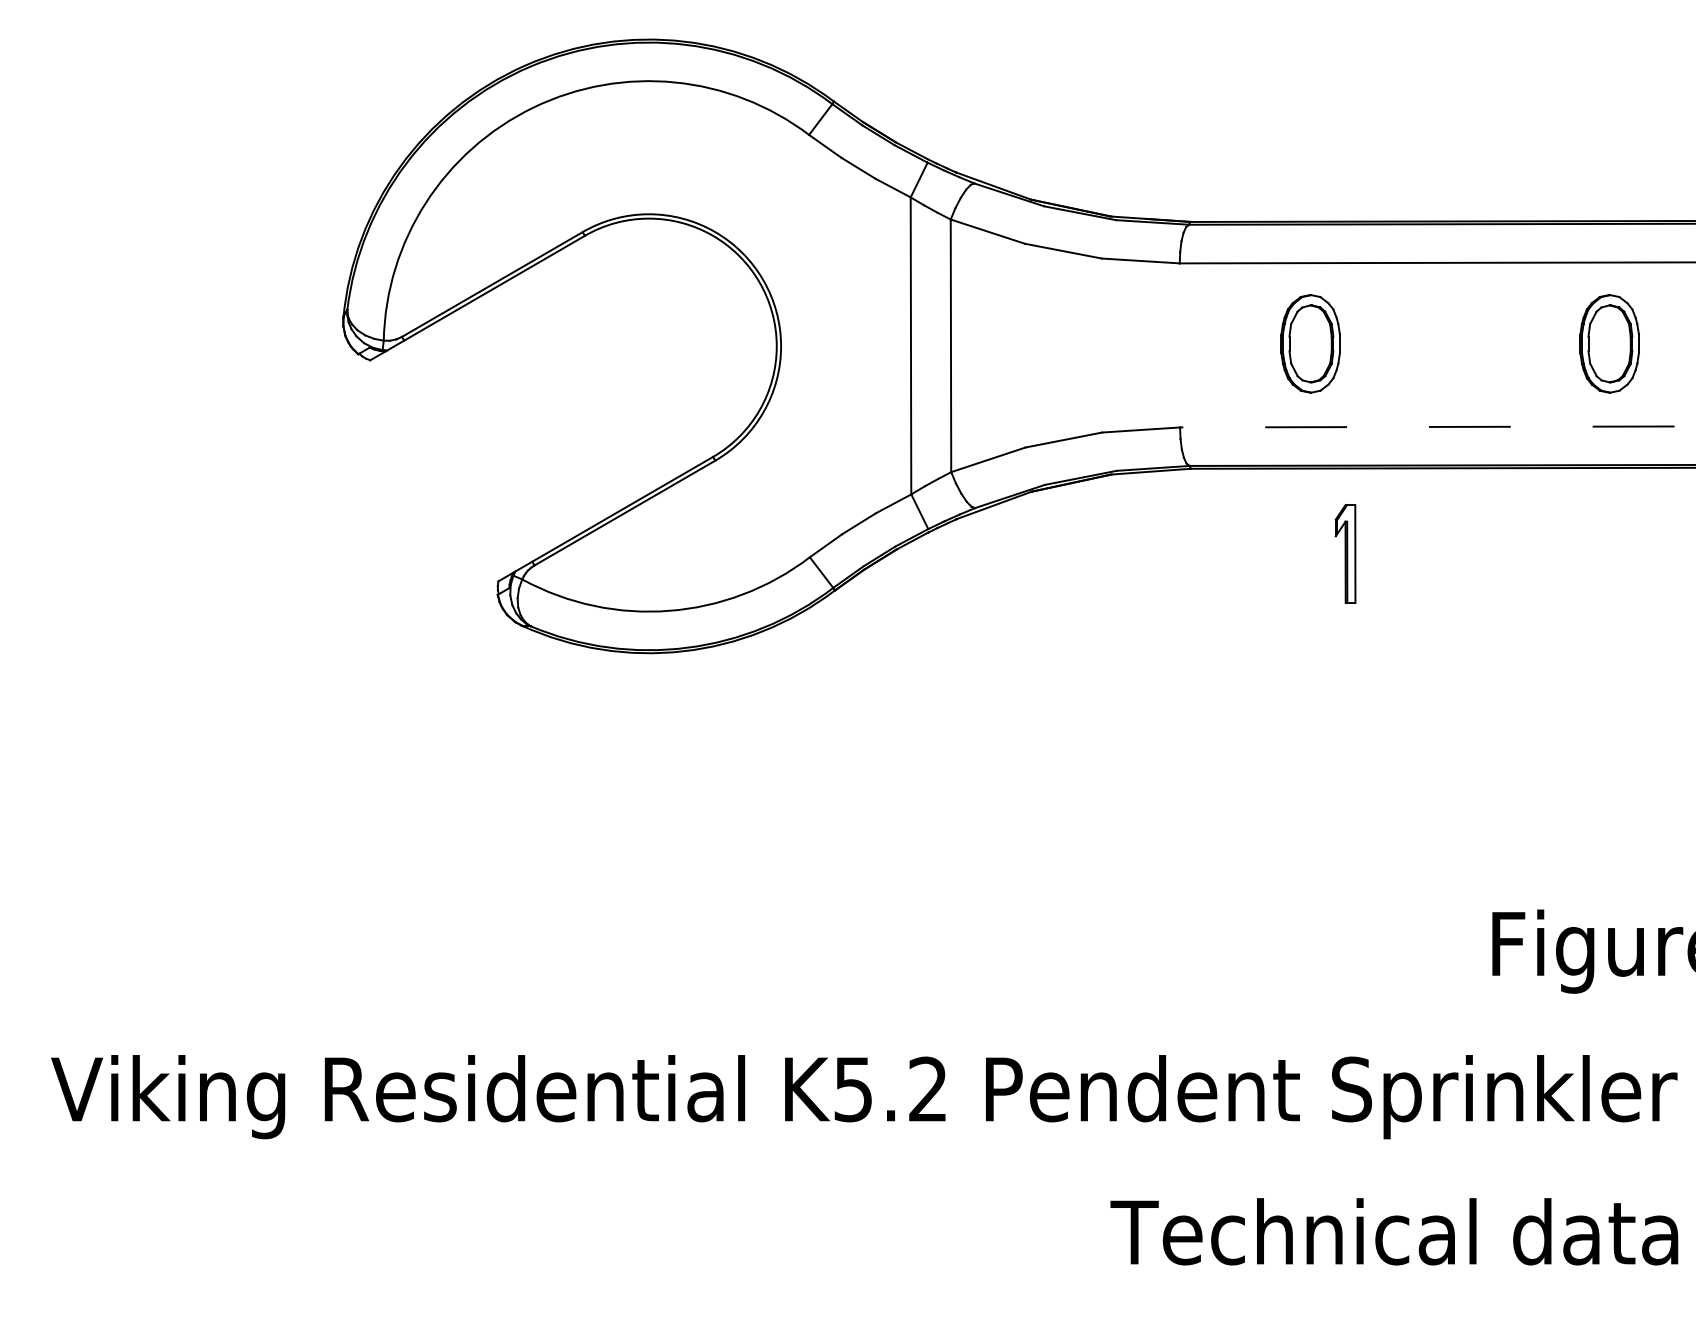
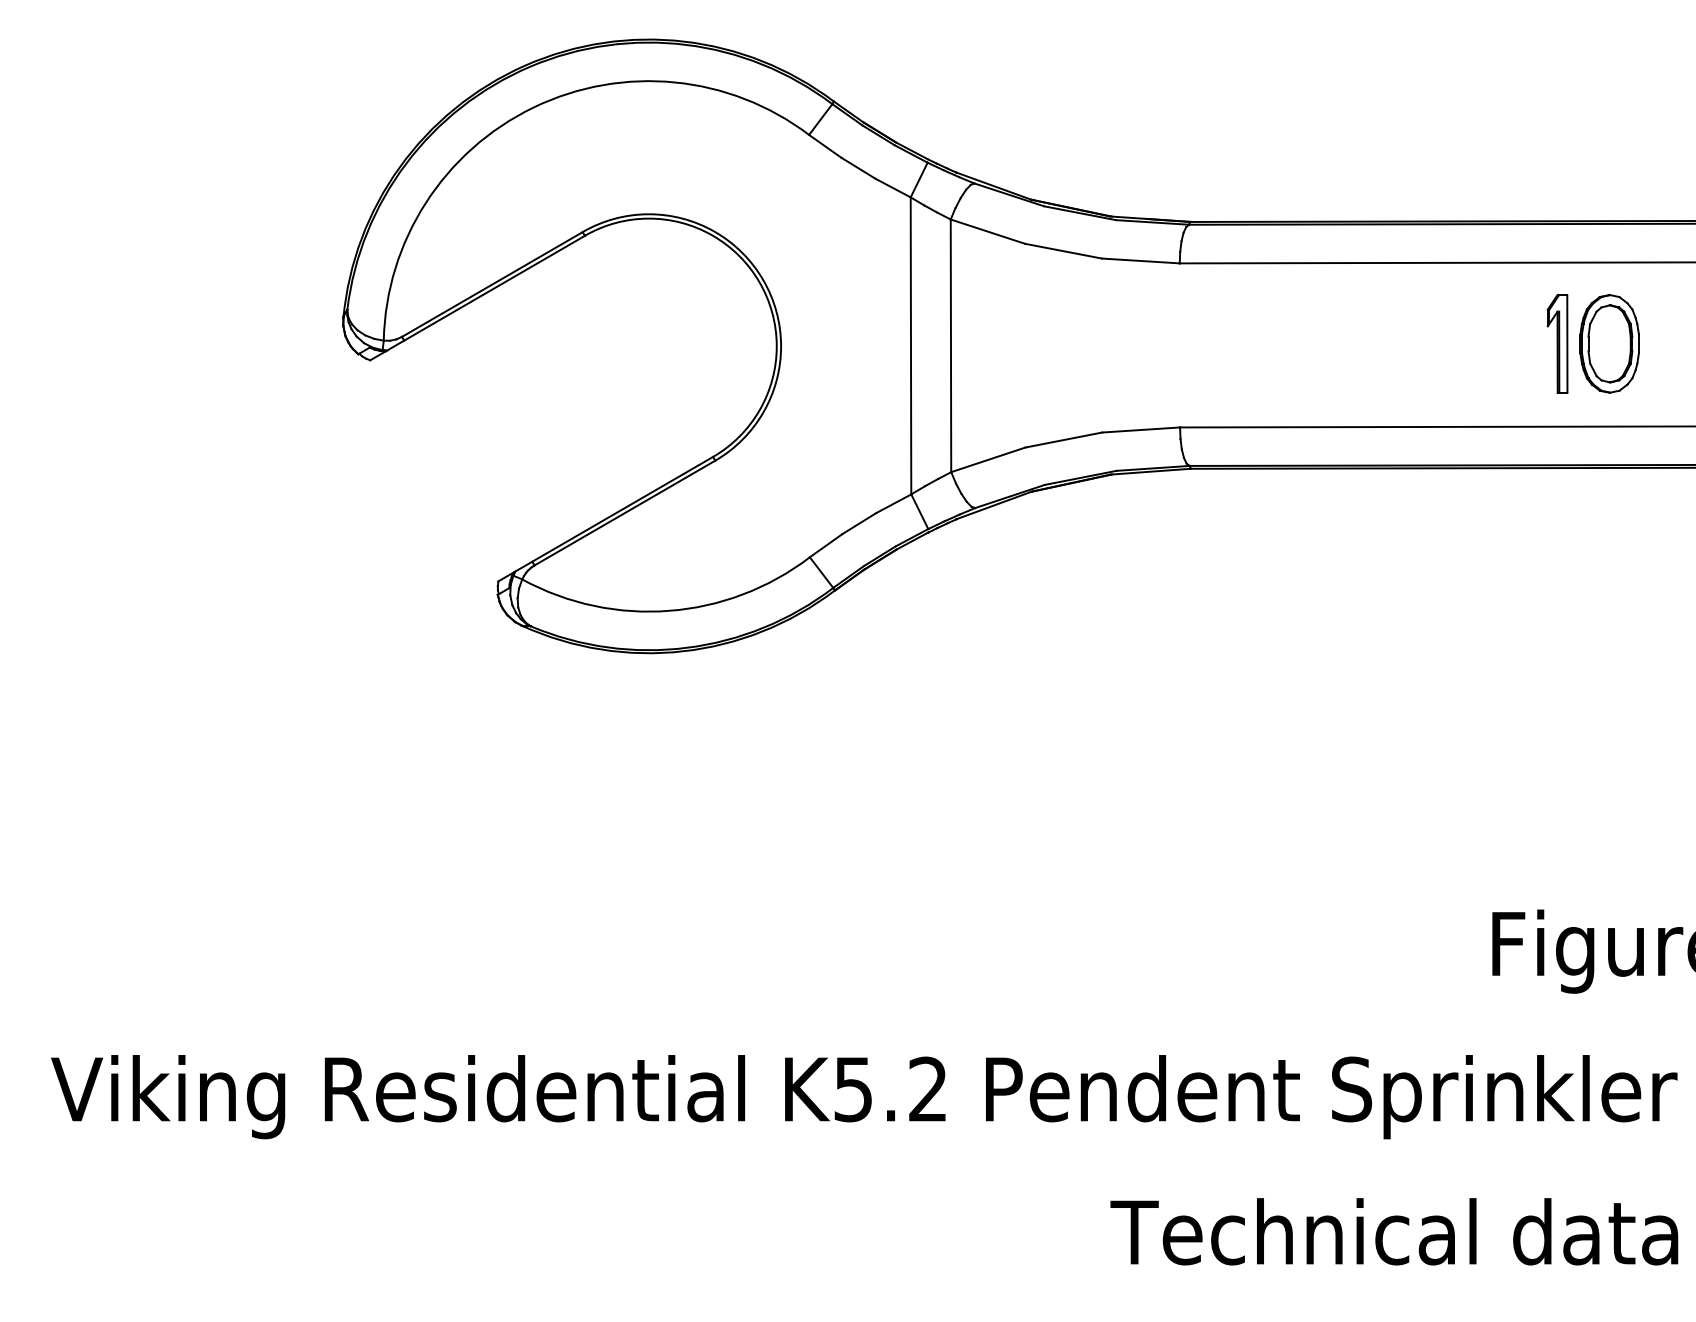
part at (1310, 343): present -> none
line at (1437, 426): dashed -> solid
part at (1345, 553) position: (1345, 553) -> (1557, 343)
